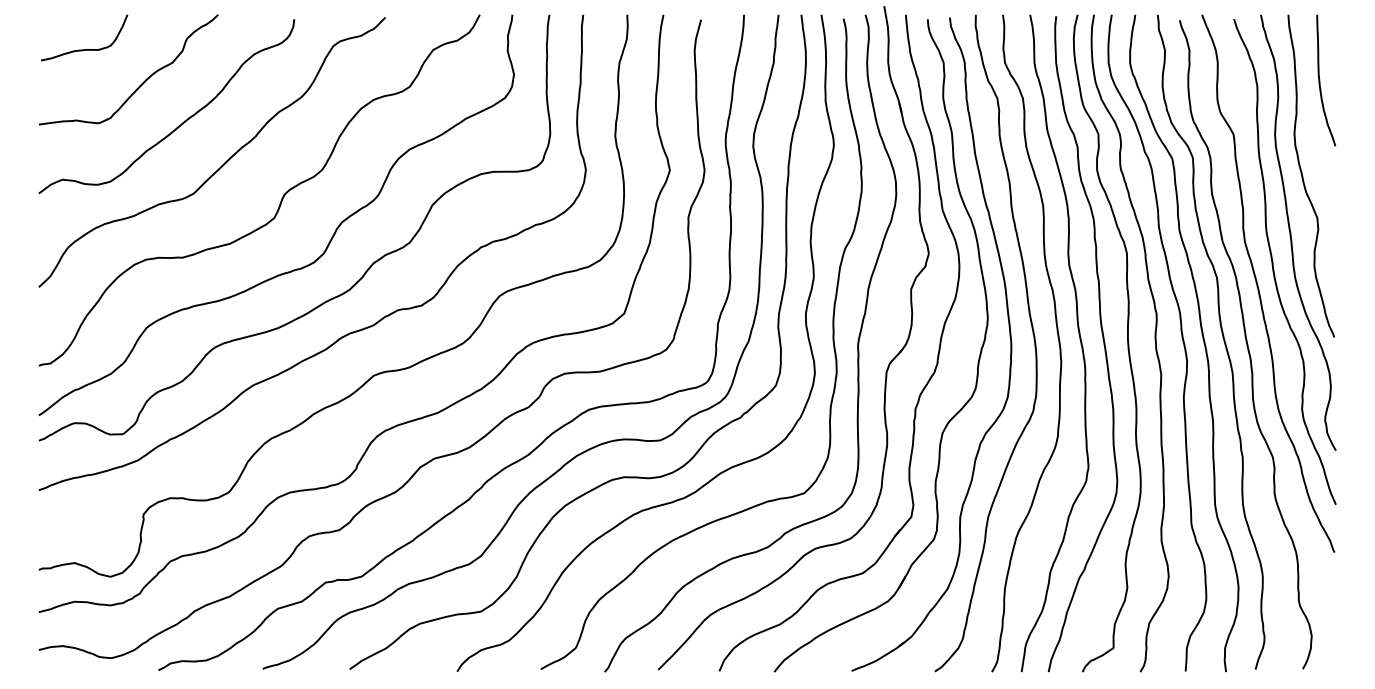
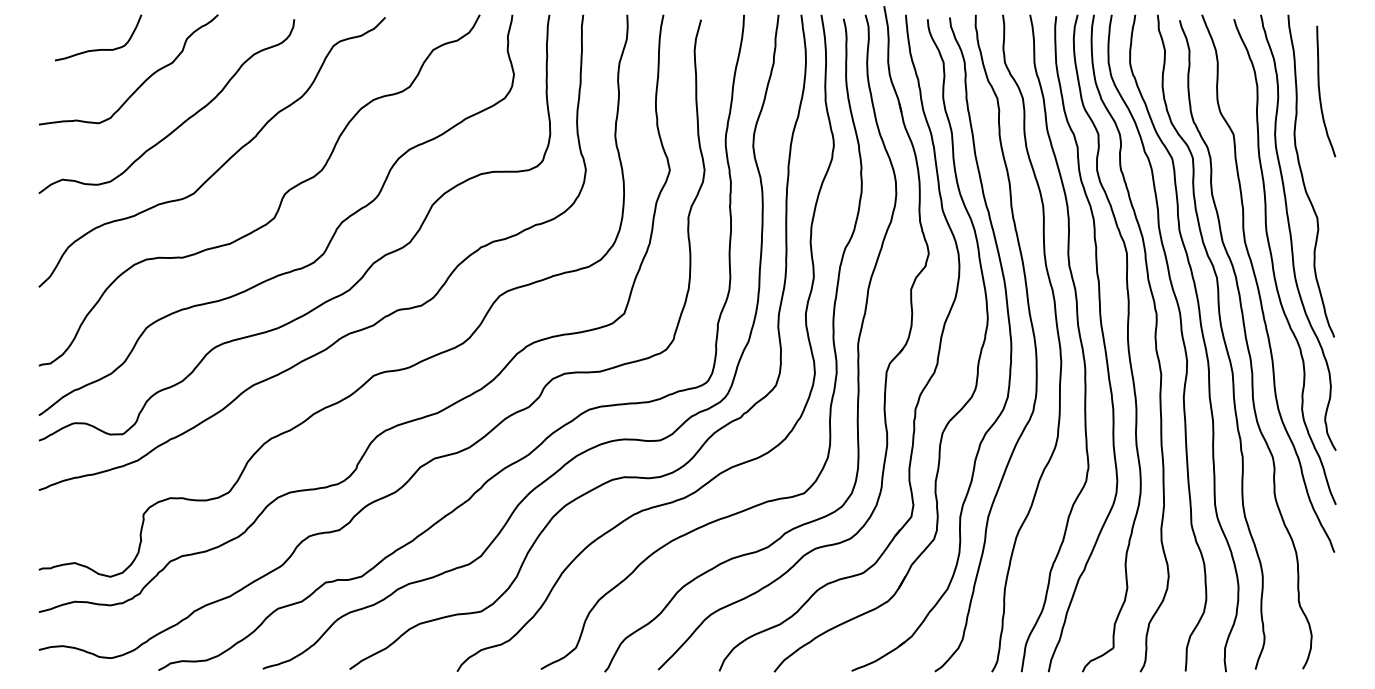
curve at (84, 49) position: (84, 49) -> (98, 49)
curve at (1320, 80) position: (1320, 80) -> (1320, 91)
